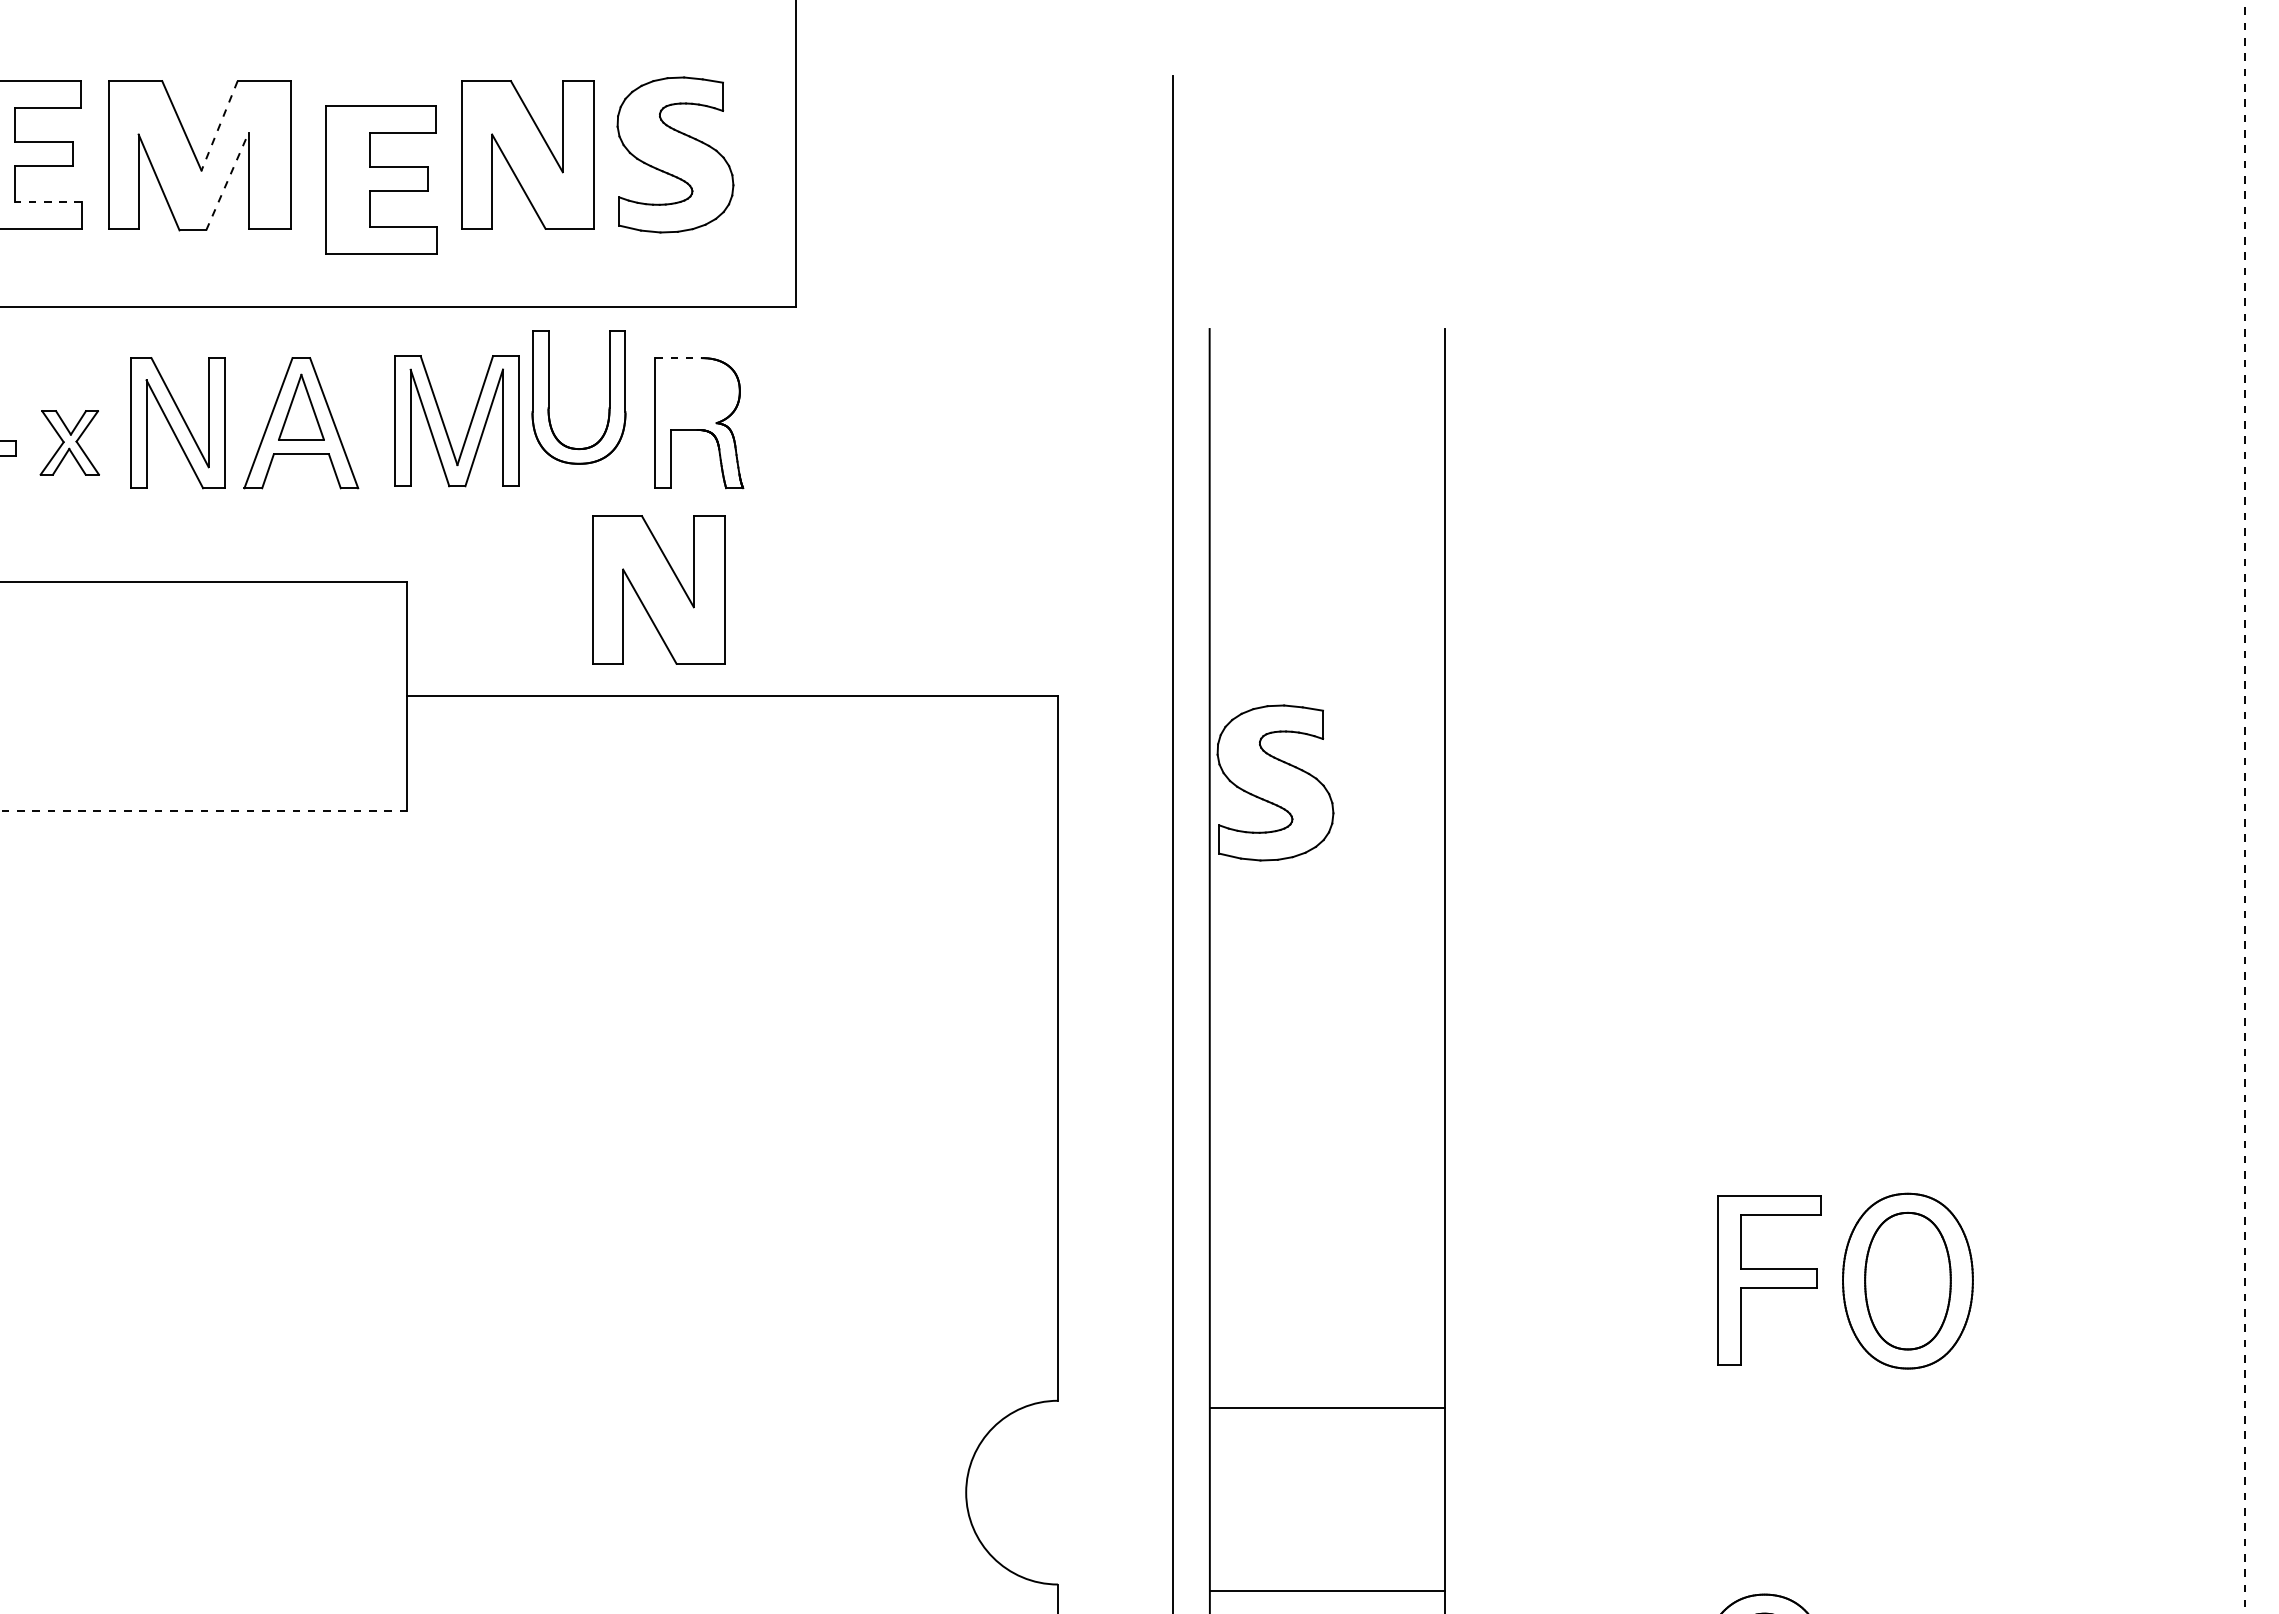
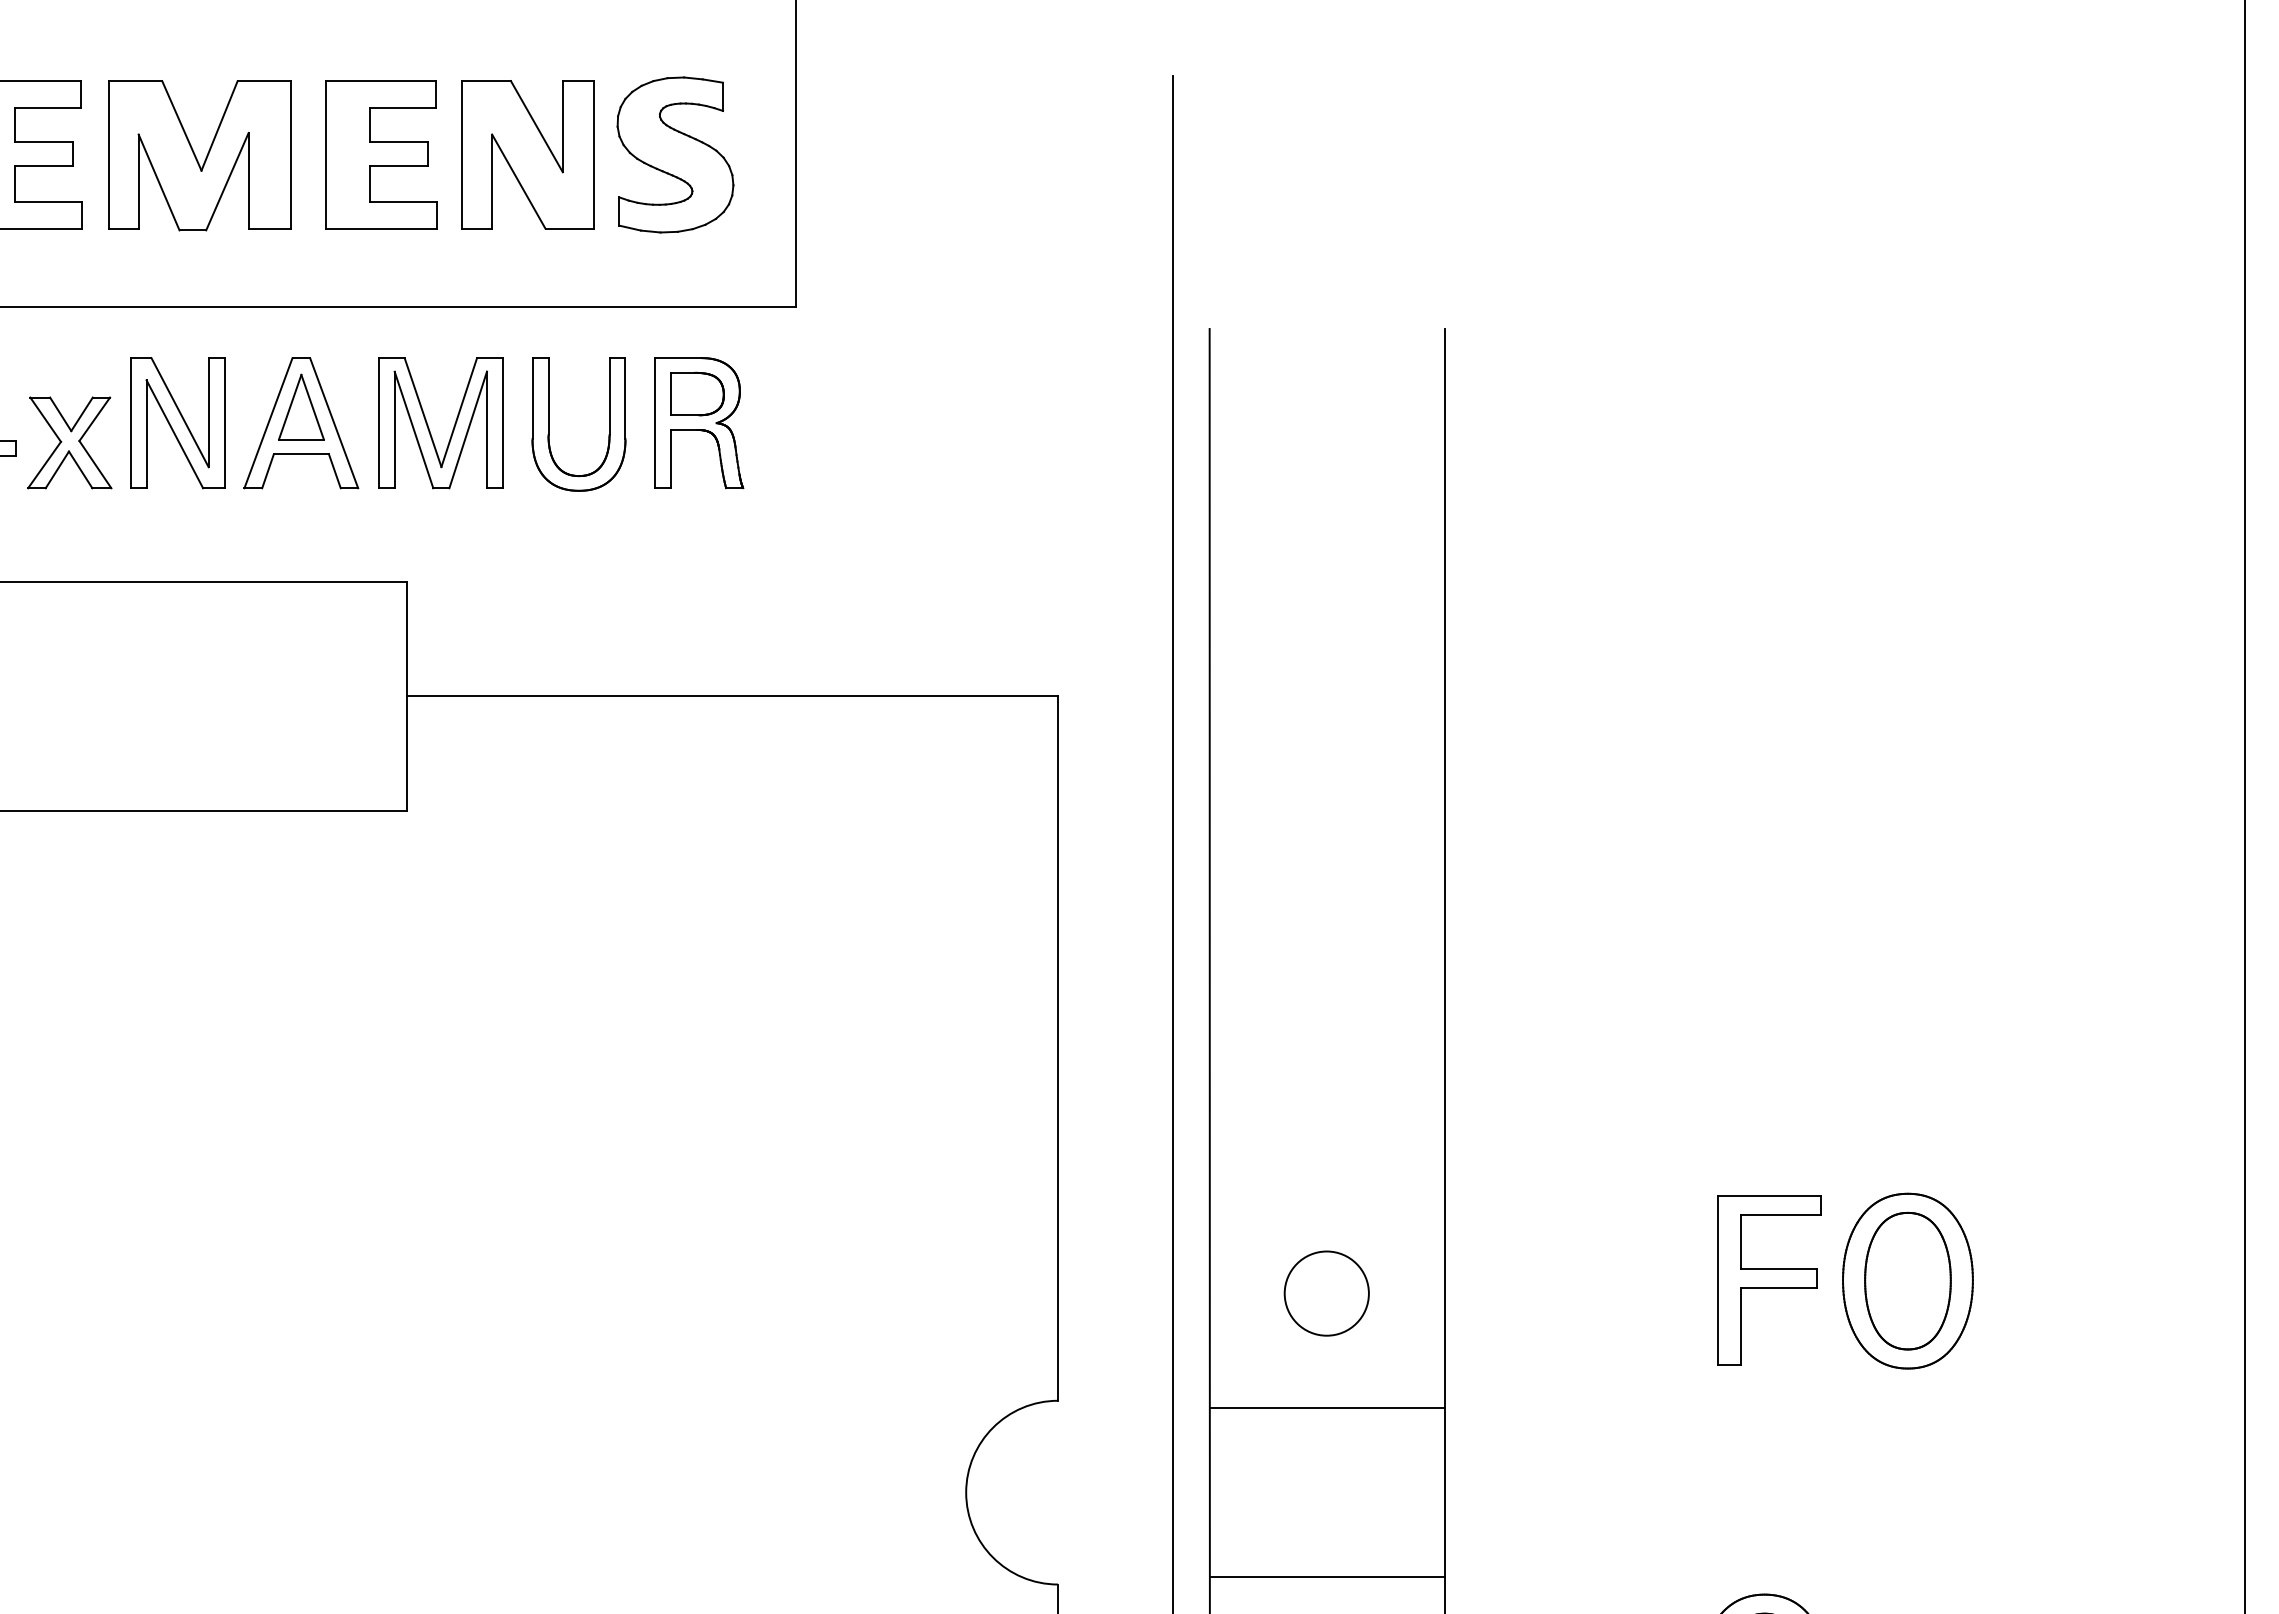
line at (219, 126): dashed -> solid
part at (381, 179) position: (381, 179) -> (381, 154)
line at (227, 181): dashed -> solid
line at (48, 202): dashed -> solid
line at (679, 358): dashed -> solid
part at (697, 393): none -> present
part at (549, 397) position: (549, 397) -> (549, 424)
part at (445, 425) position: (445, 425) -> (429, 427)
part at (69, 442) size: 61x66 px -> 86x94 px
part at (658, 589): present -> none
part at (1275, 782): present -> none
line at (2244, 806): dashed -> solid
line at (203, 811): dashed -> solid
circle at (1326, 1293): none -> present
line at (1328, 1590) position: (1328, 1590) -> (1328, 1576)
